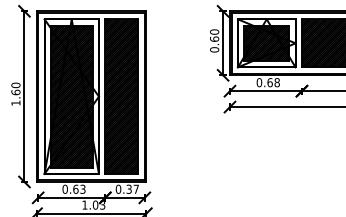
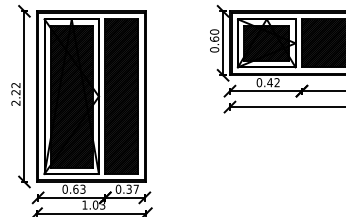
text at (273, 82): 0.68 -> 0.42
text at (15, 93): 1.60 -> 2.22
